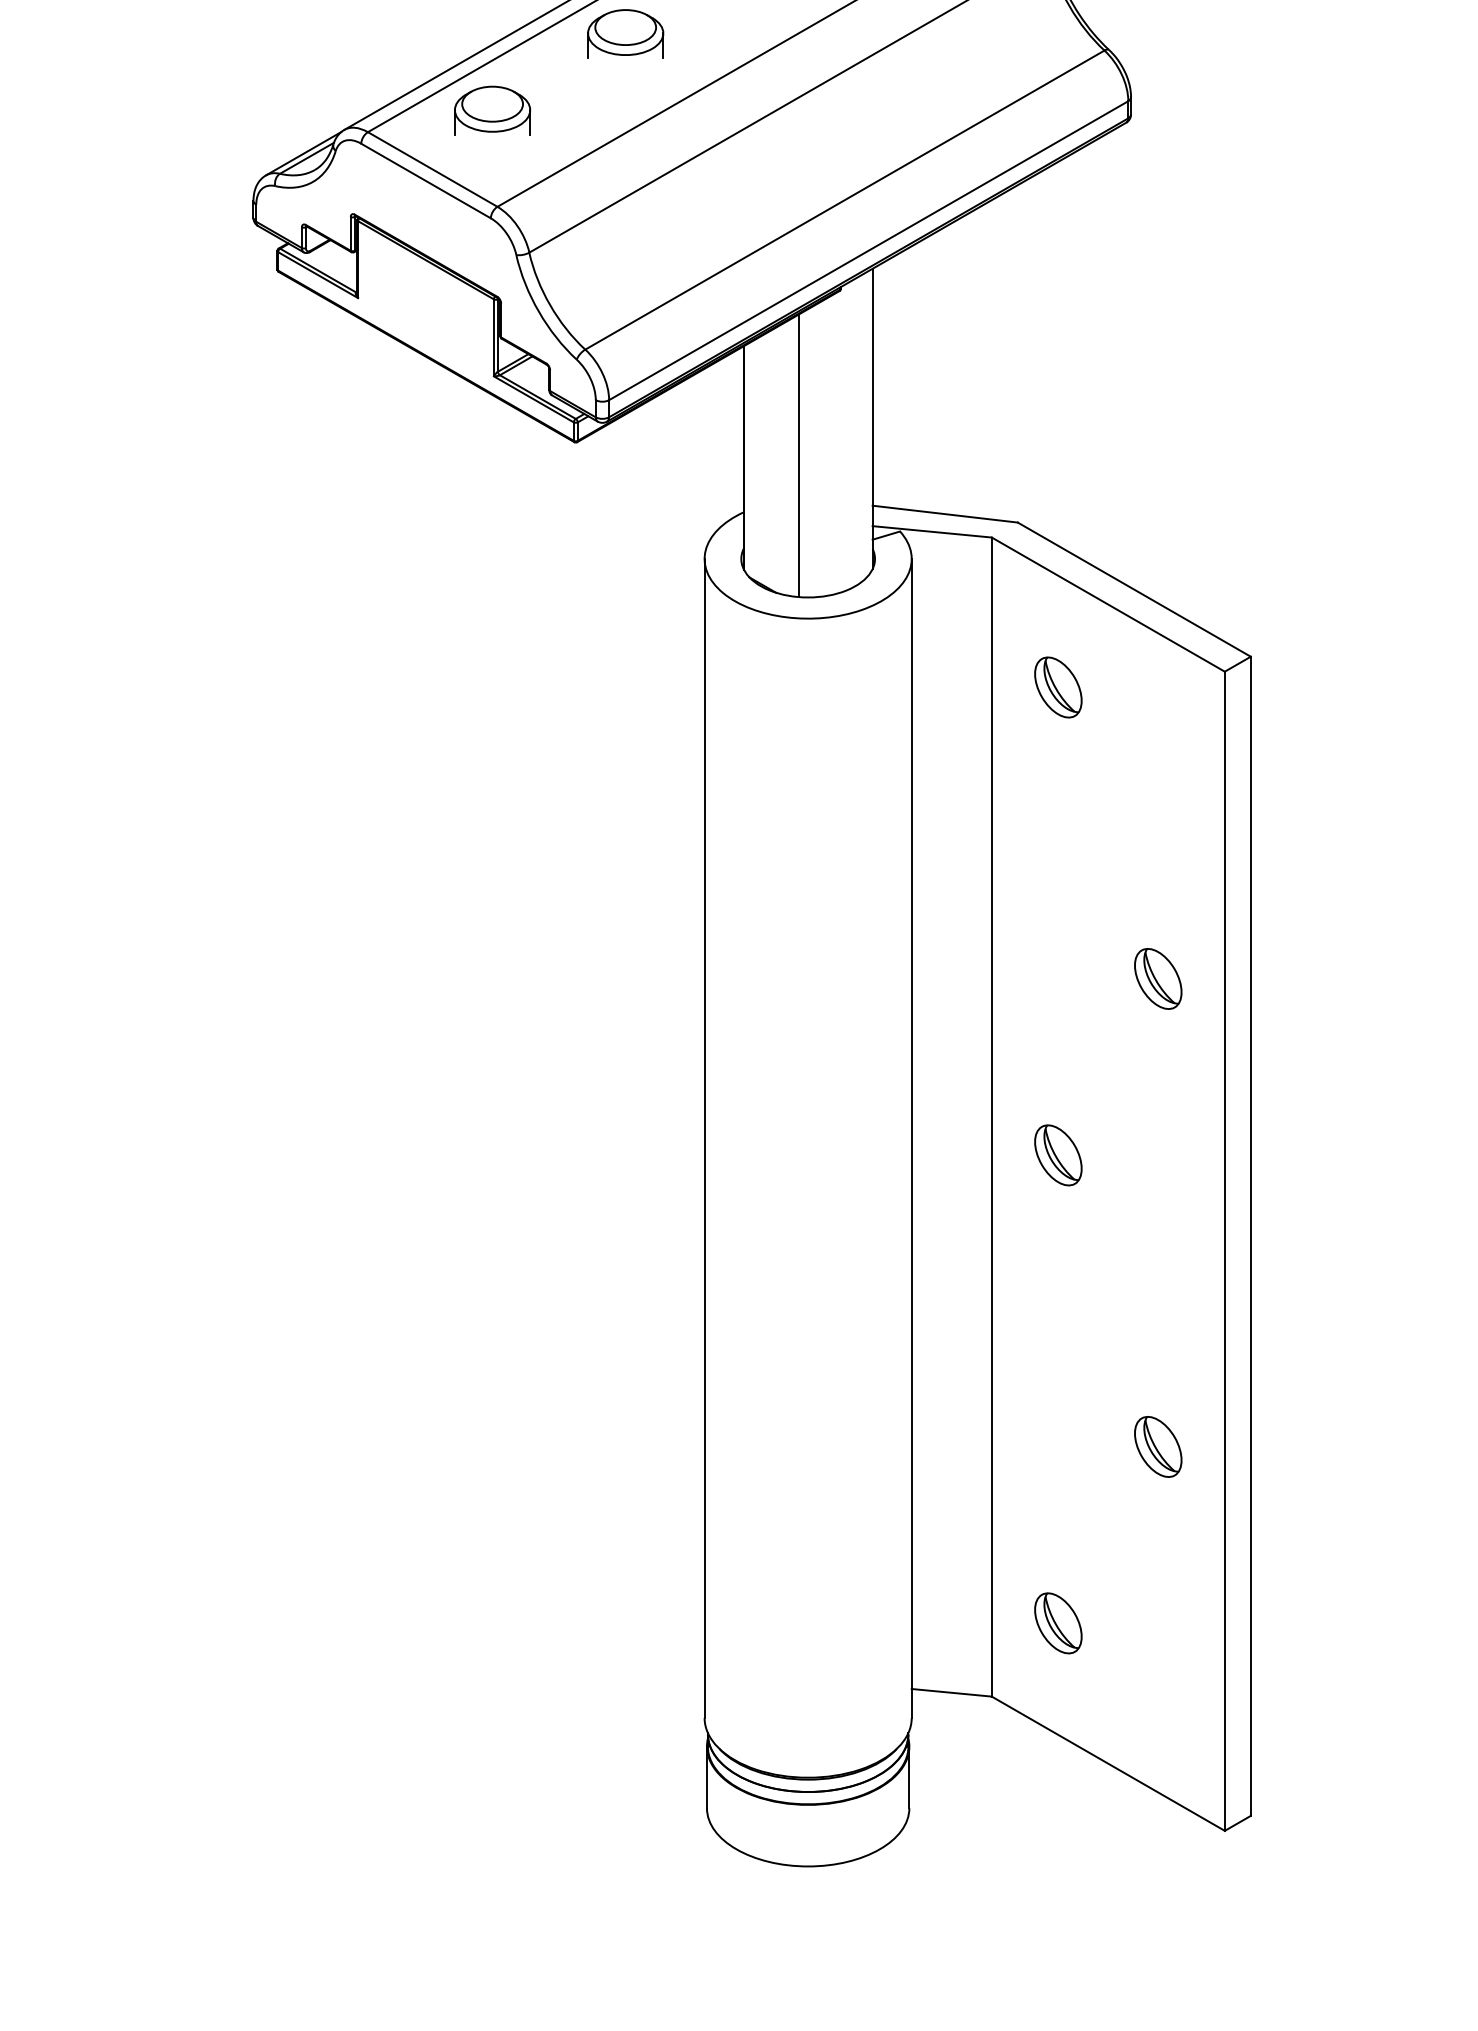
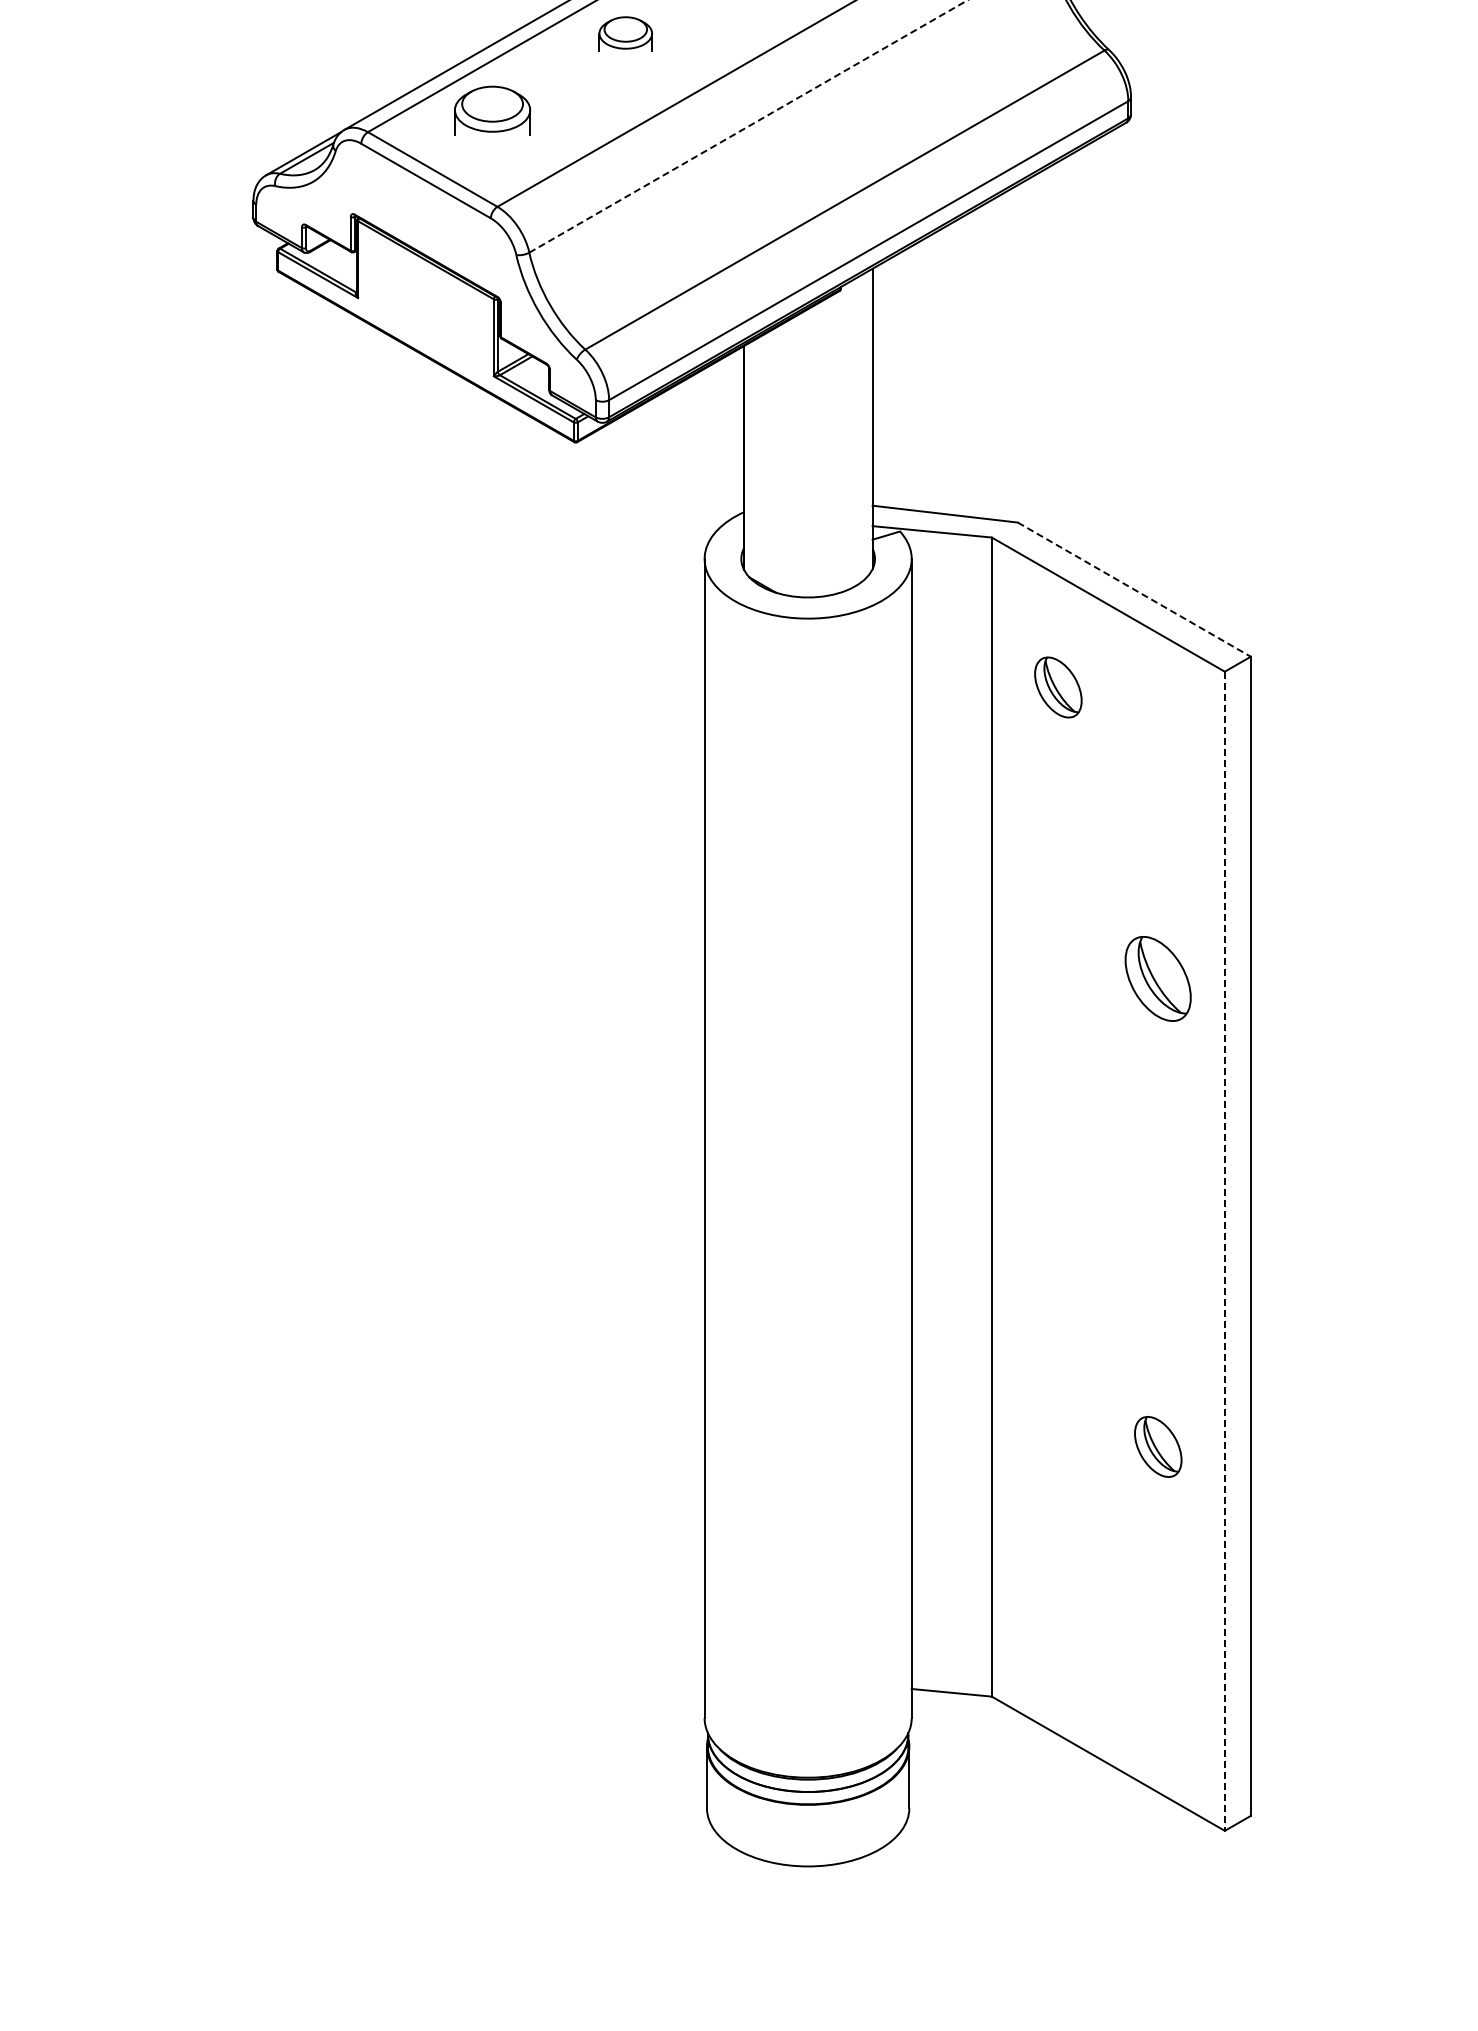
part at (625, 33) size: 78x50 px -> 55x36 px
line at (749, 126): solid -> dashed
line at (798, 455): present -> none
line at (1134, 589): solid -> dashed
part at (1158, 978) size: 49x62 px -> 68x86 px
part at (1058, 1155): present -> none
line at (1224, 1251): solid -> dashed
part at (1058, 1623): present -> none
